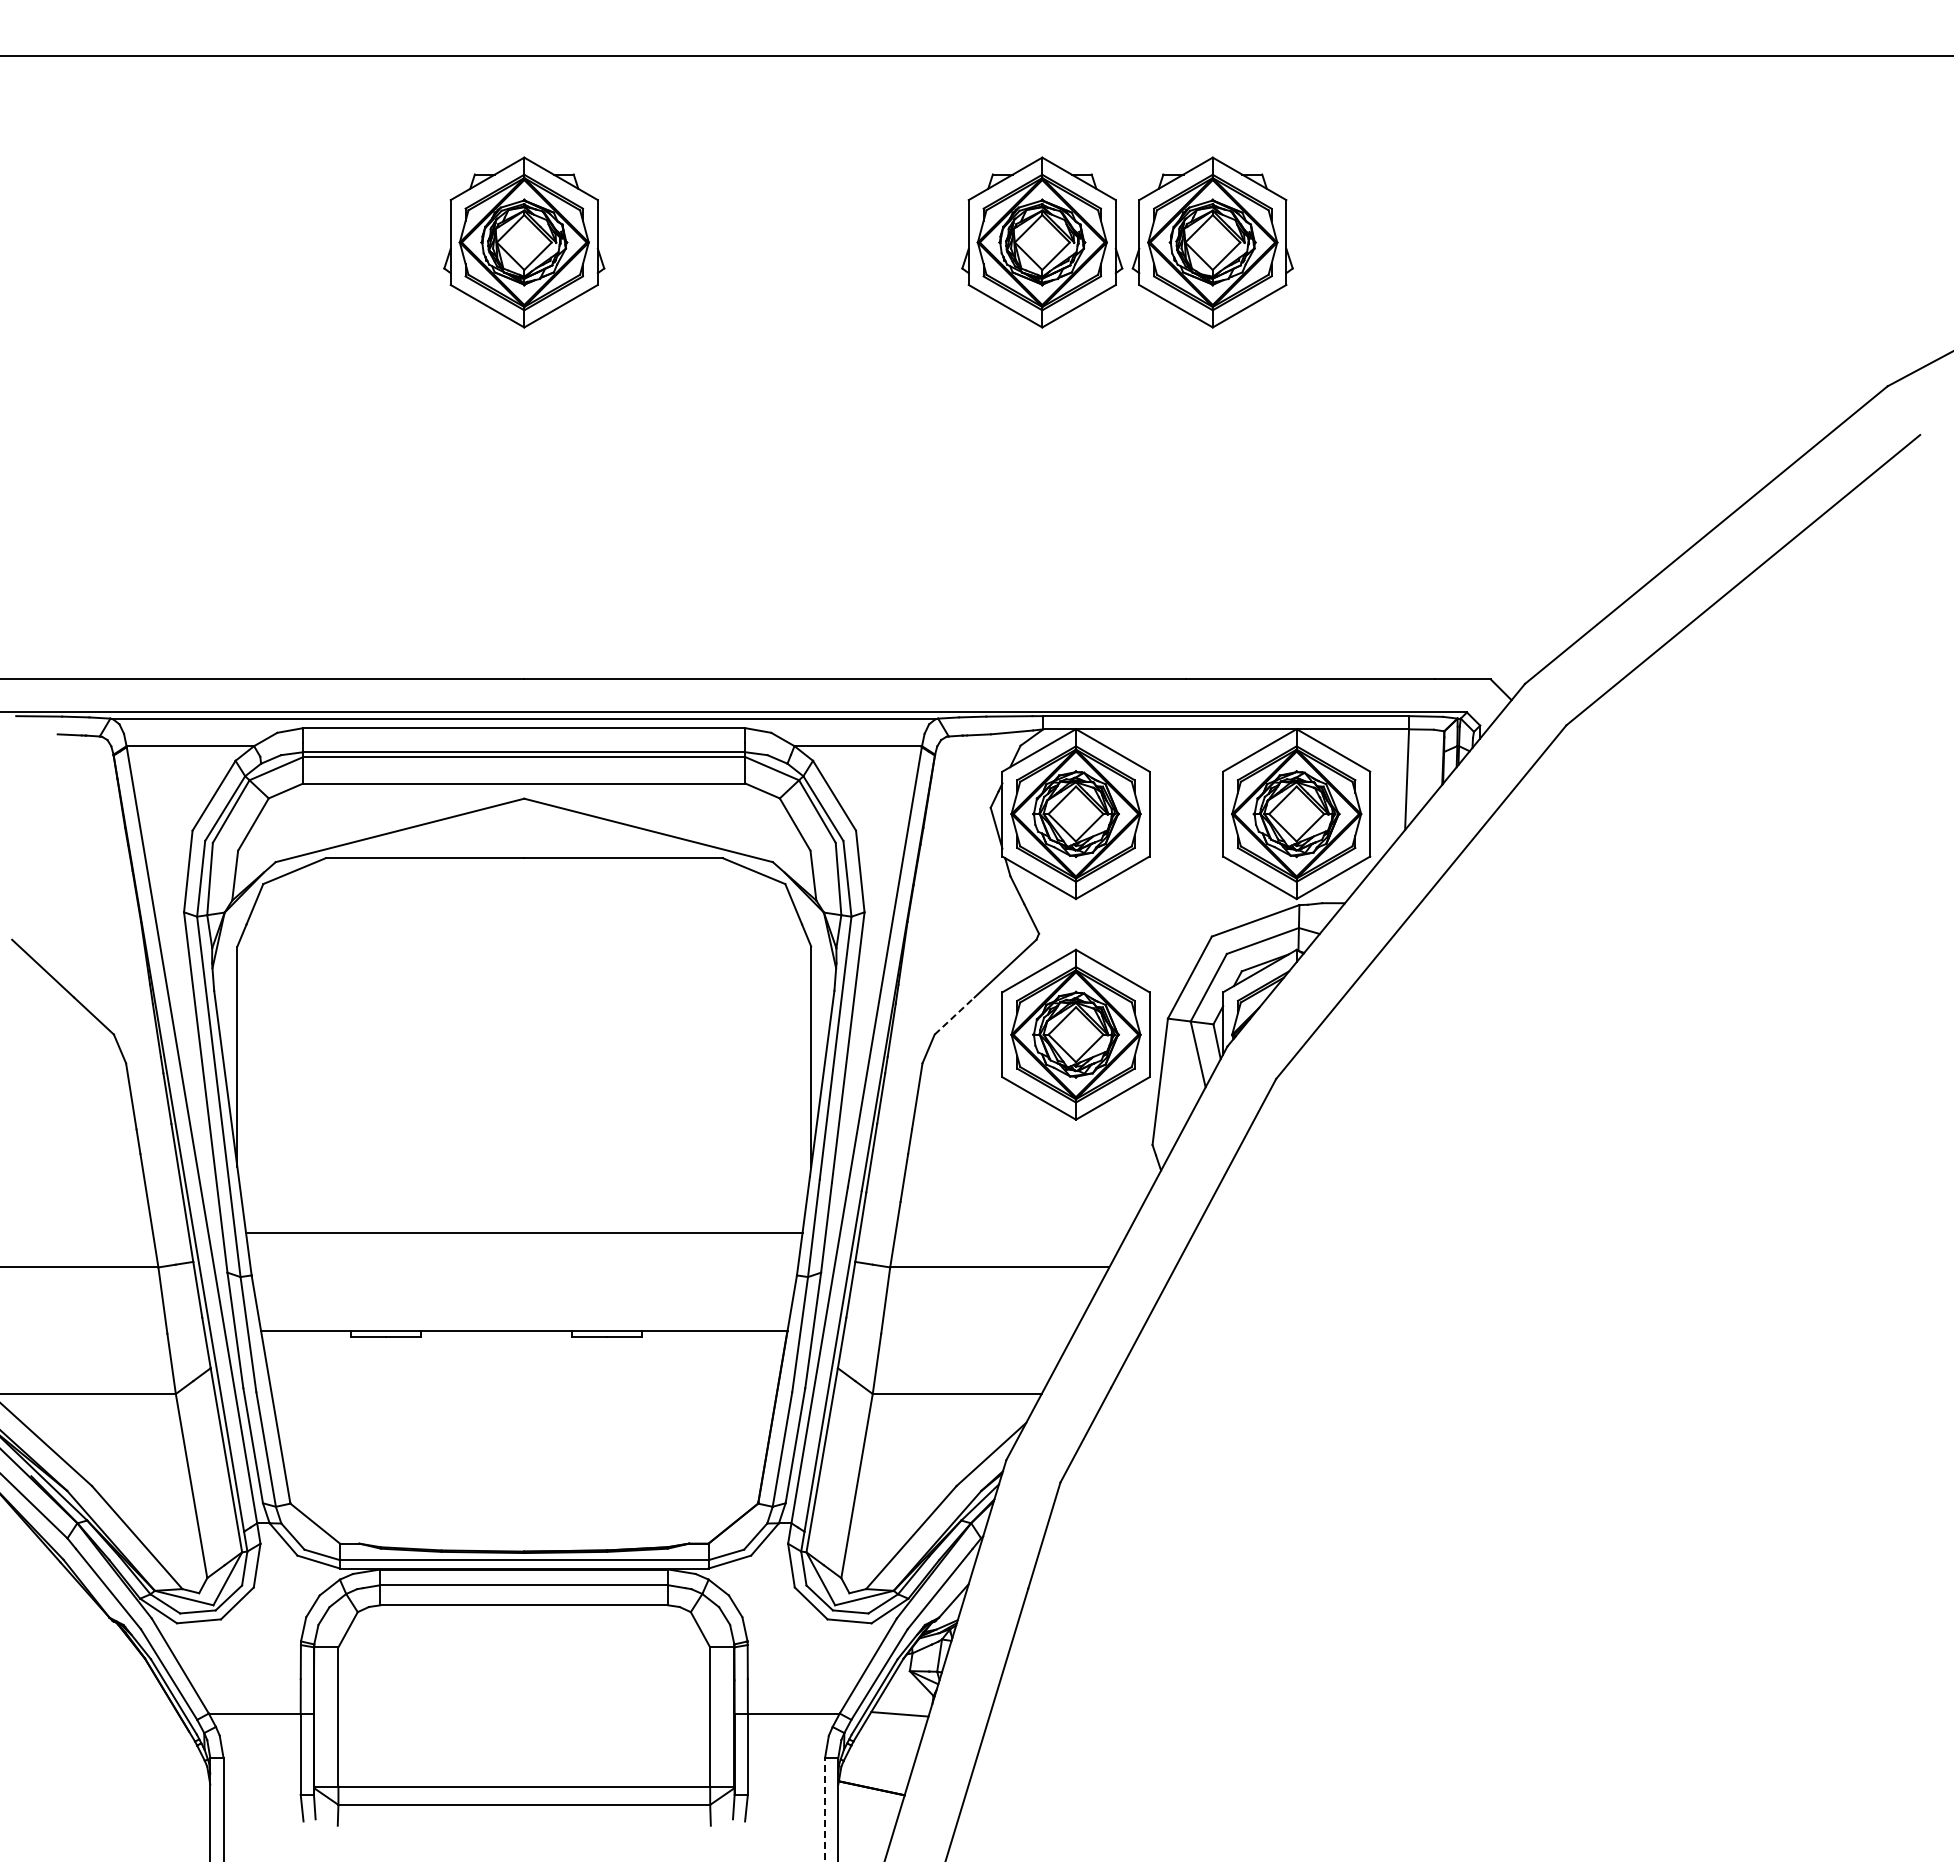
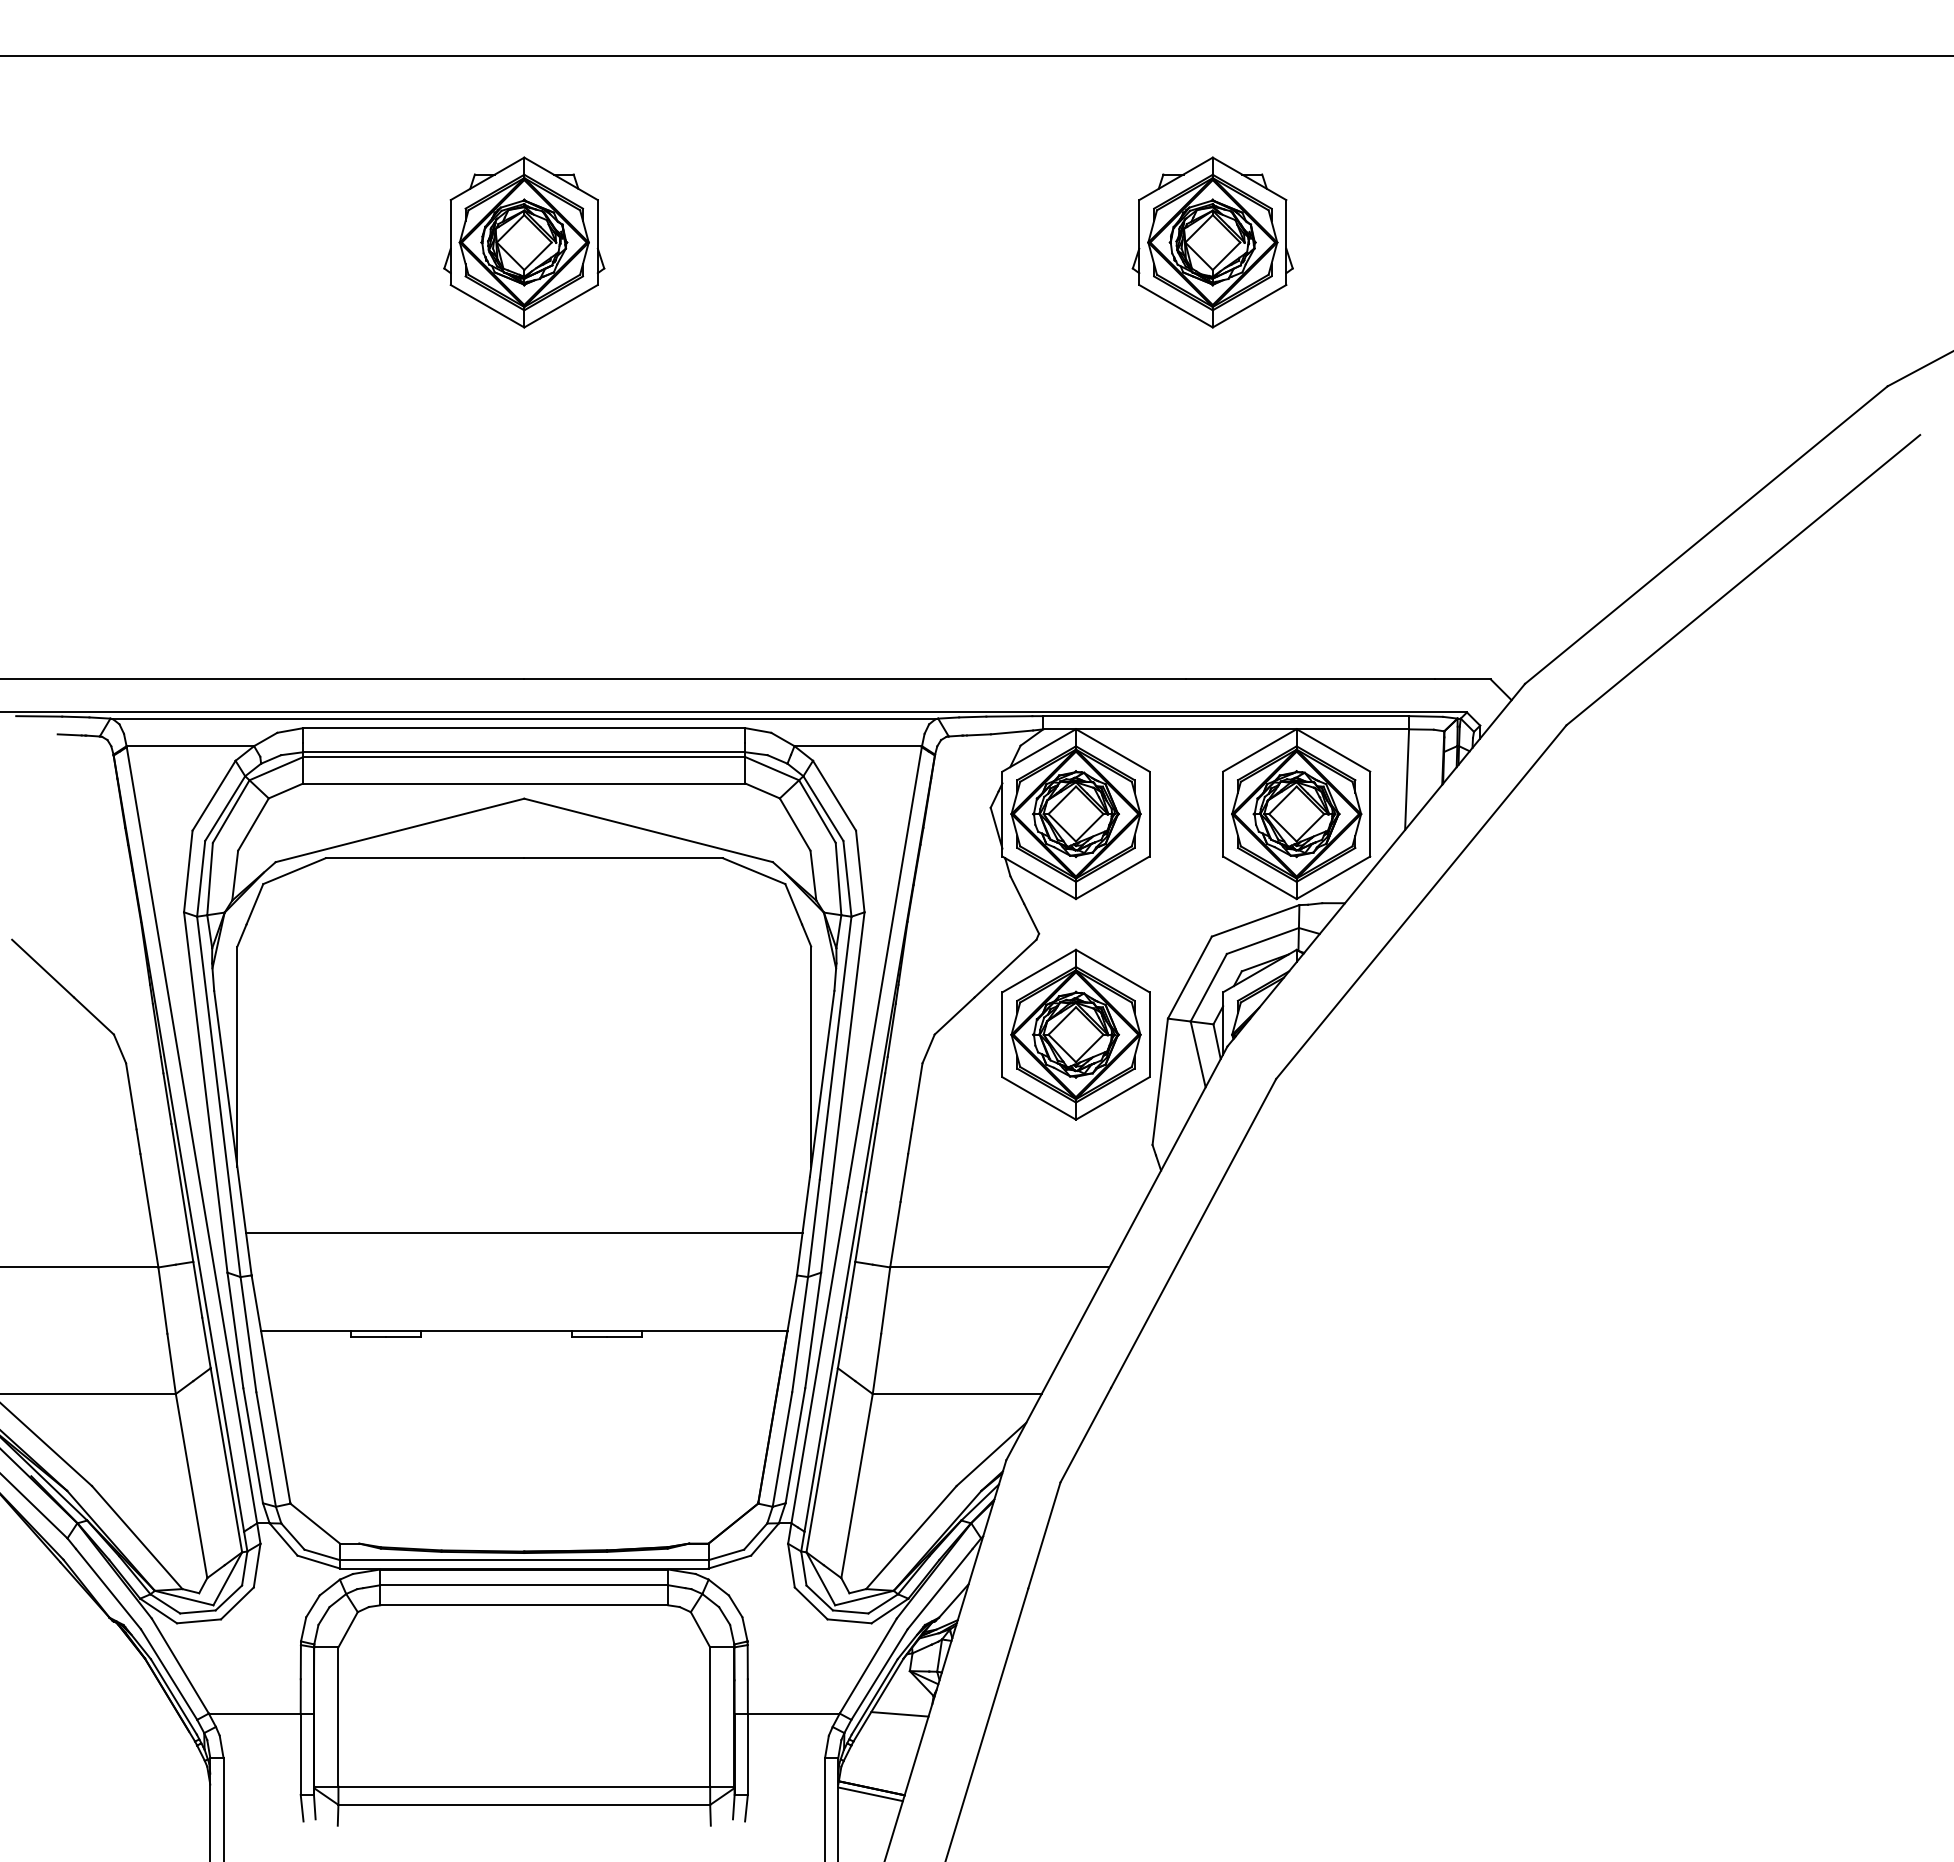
part at (1042, 242): present -> none
line at (954, 1015): dashed -> solid
line at (870, 1794): none -> present
line at (825, 1809): dashed -> solid
